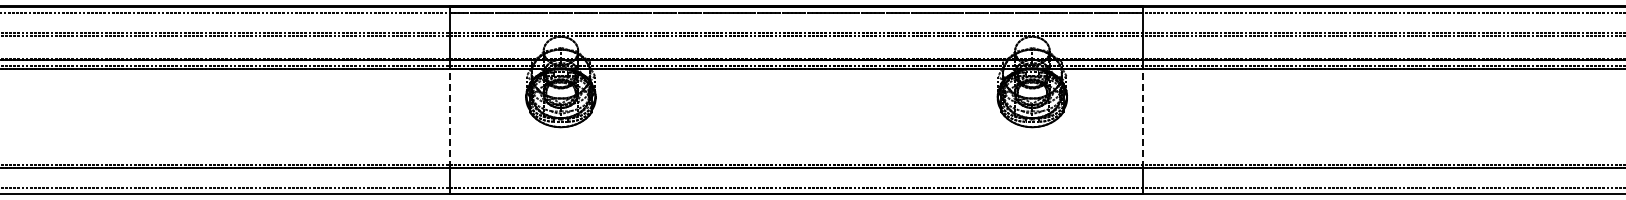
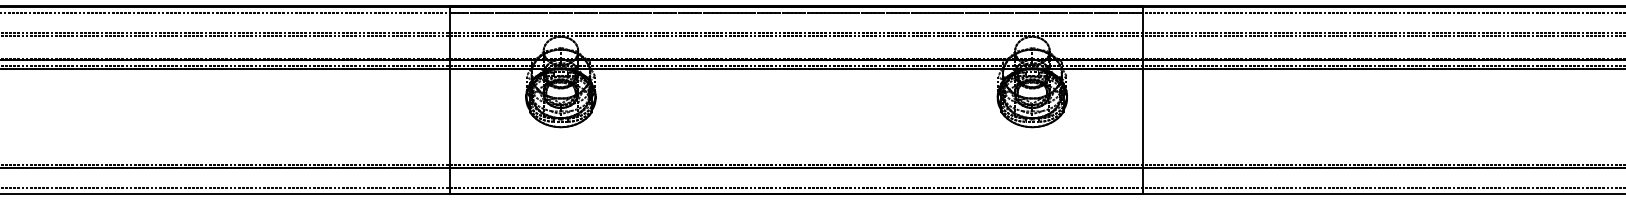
line at (450, 118): dashed -> solid
line at (1143, 118): dashed -> solid
